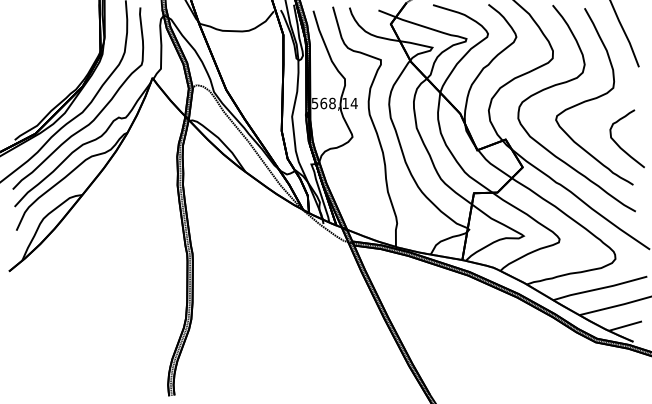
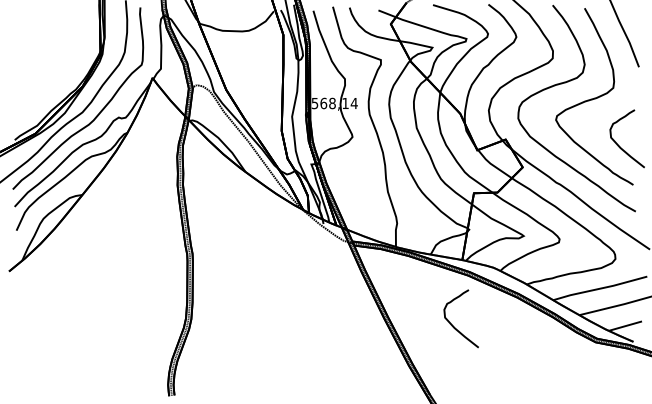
curve at (453, 325): none -> present
